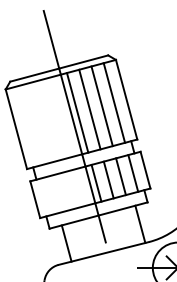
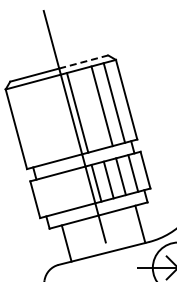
line at (84, 61): solid -> dashed
line at (89, 109): present -> none
